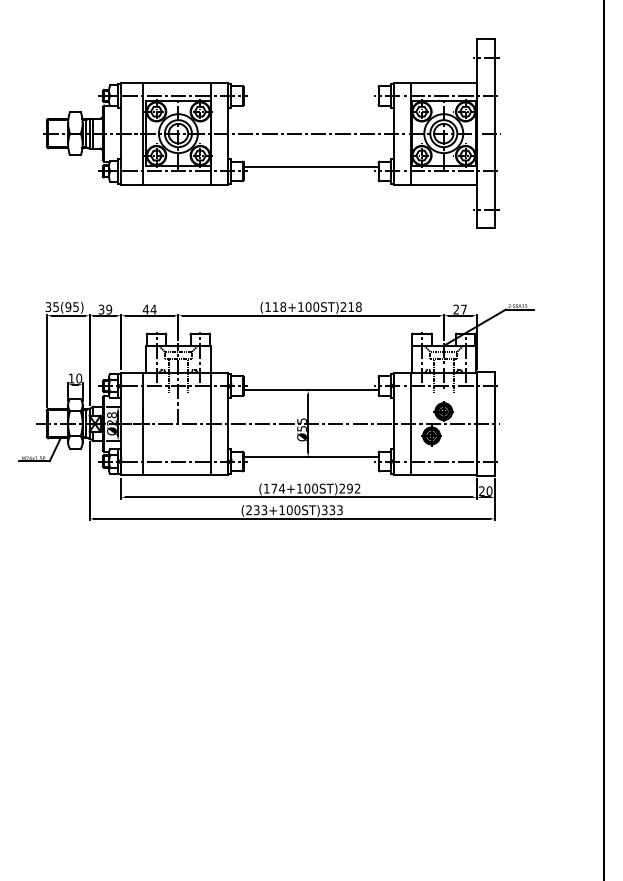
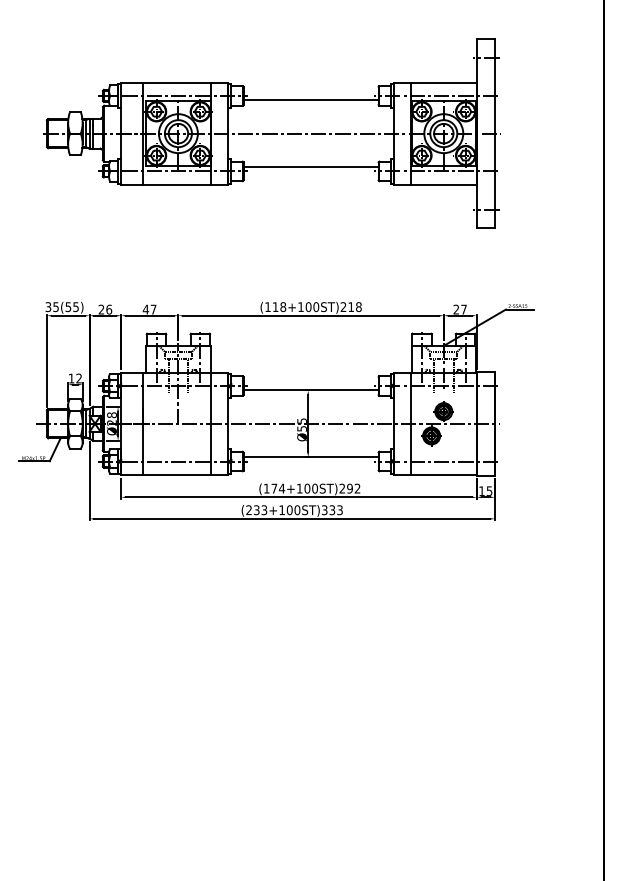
line at (310, 100): none -> present
text at (68, 306): 35(95) -> 35(55)
text at (105, 309): 39 -> 26
text at (153, 309): 44 -> 47
text at (79, 378): 10 -> 12
text at (485, 490): 20 -> 15
